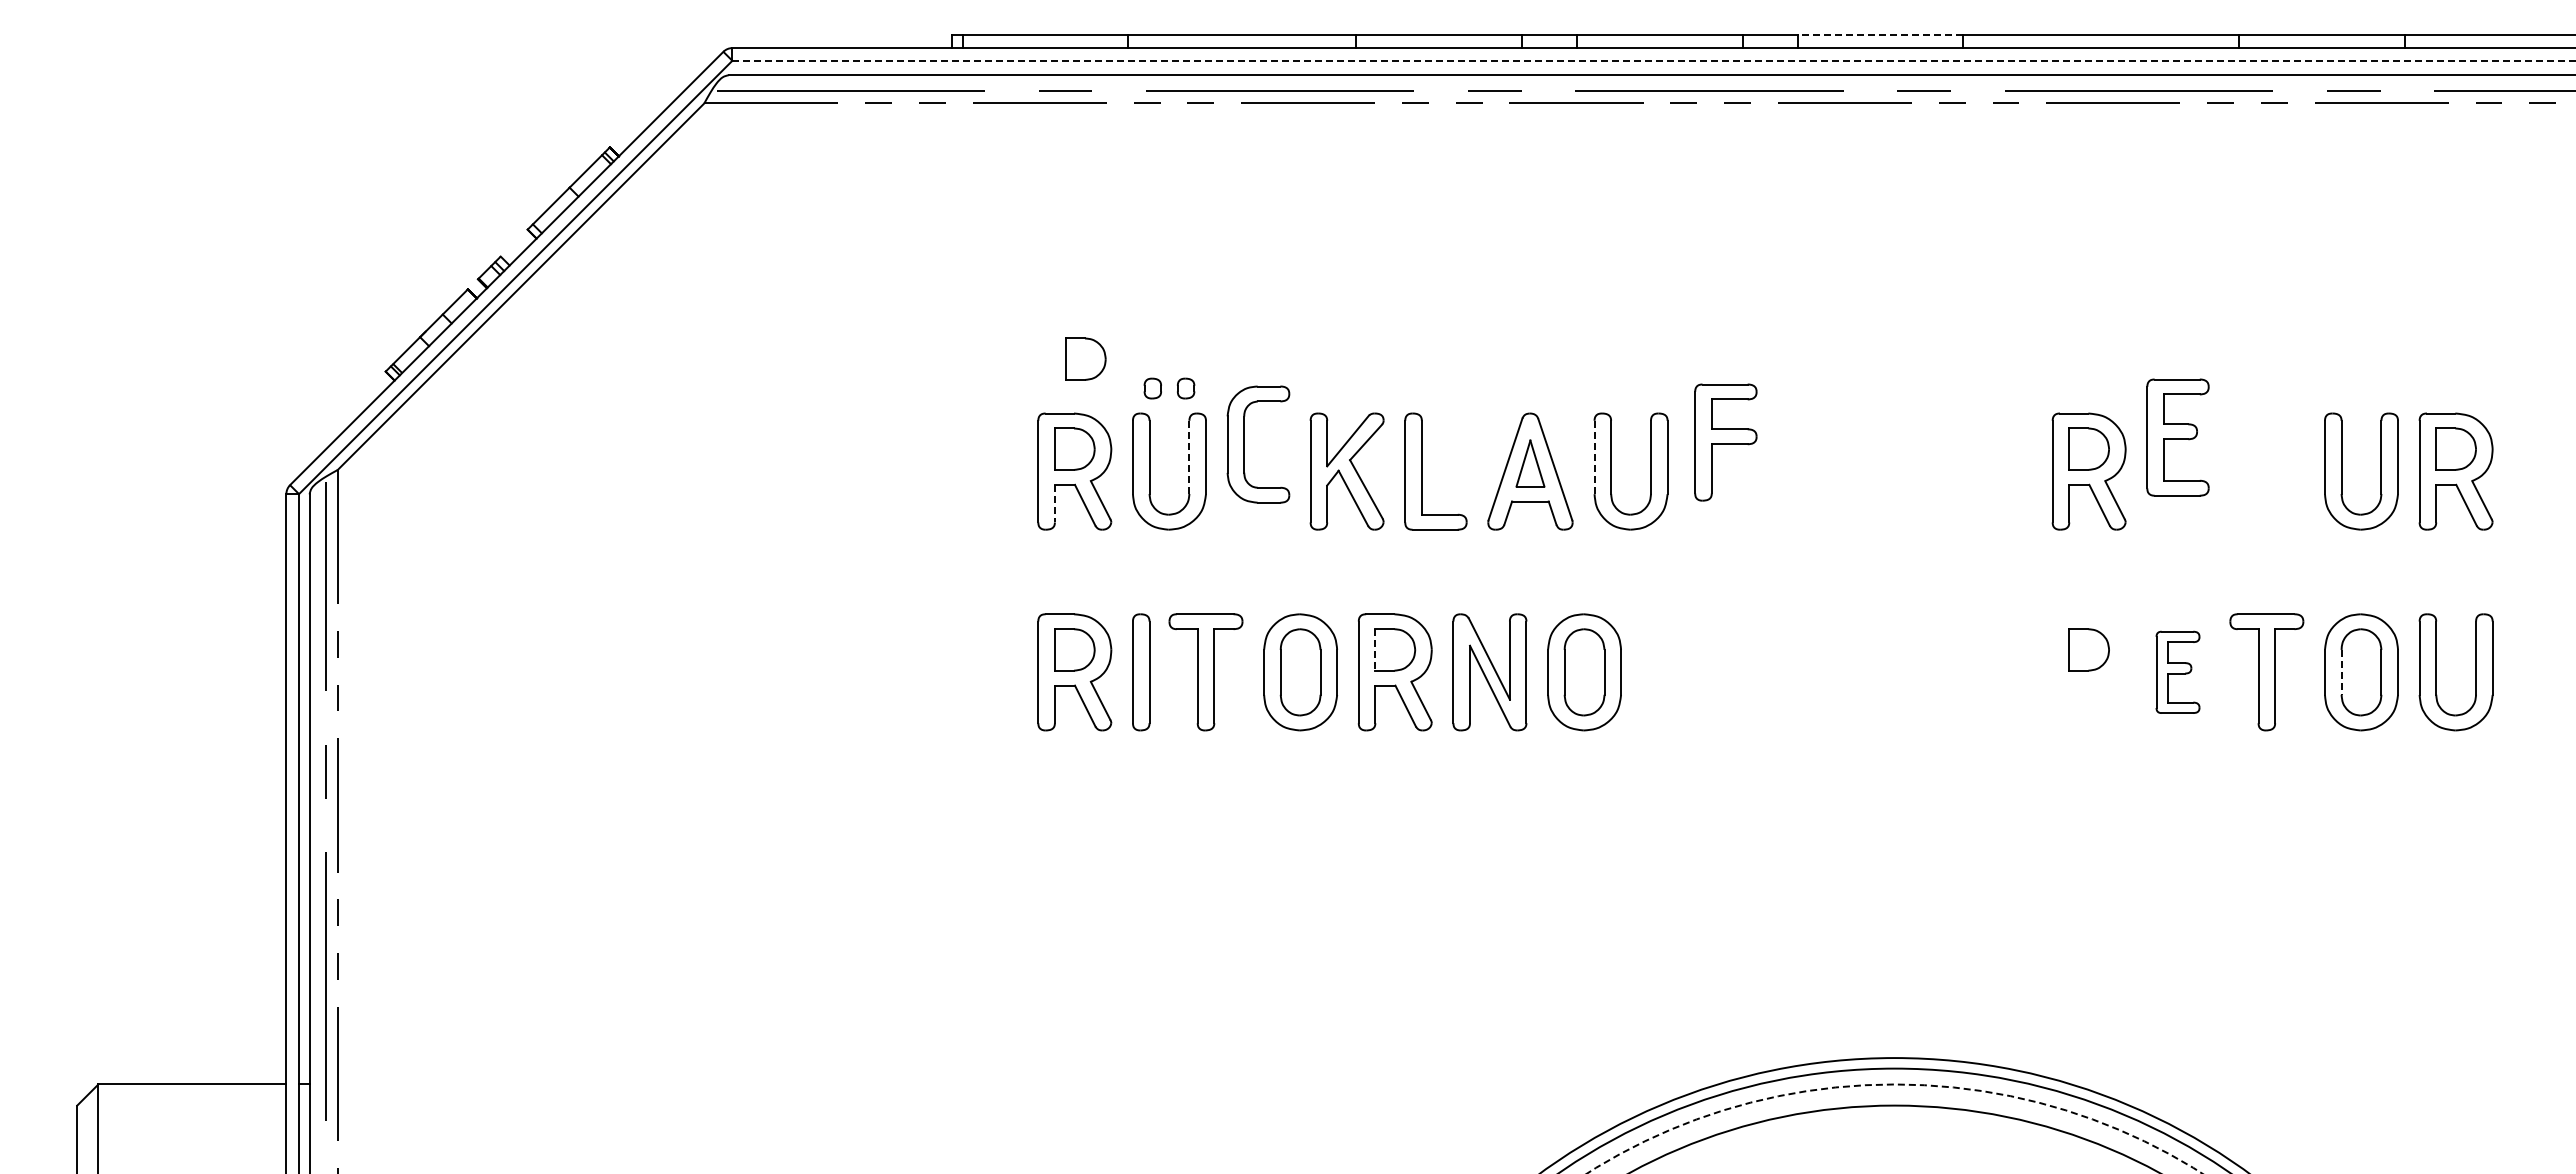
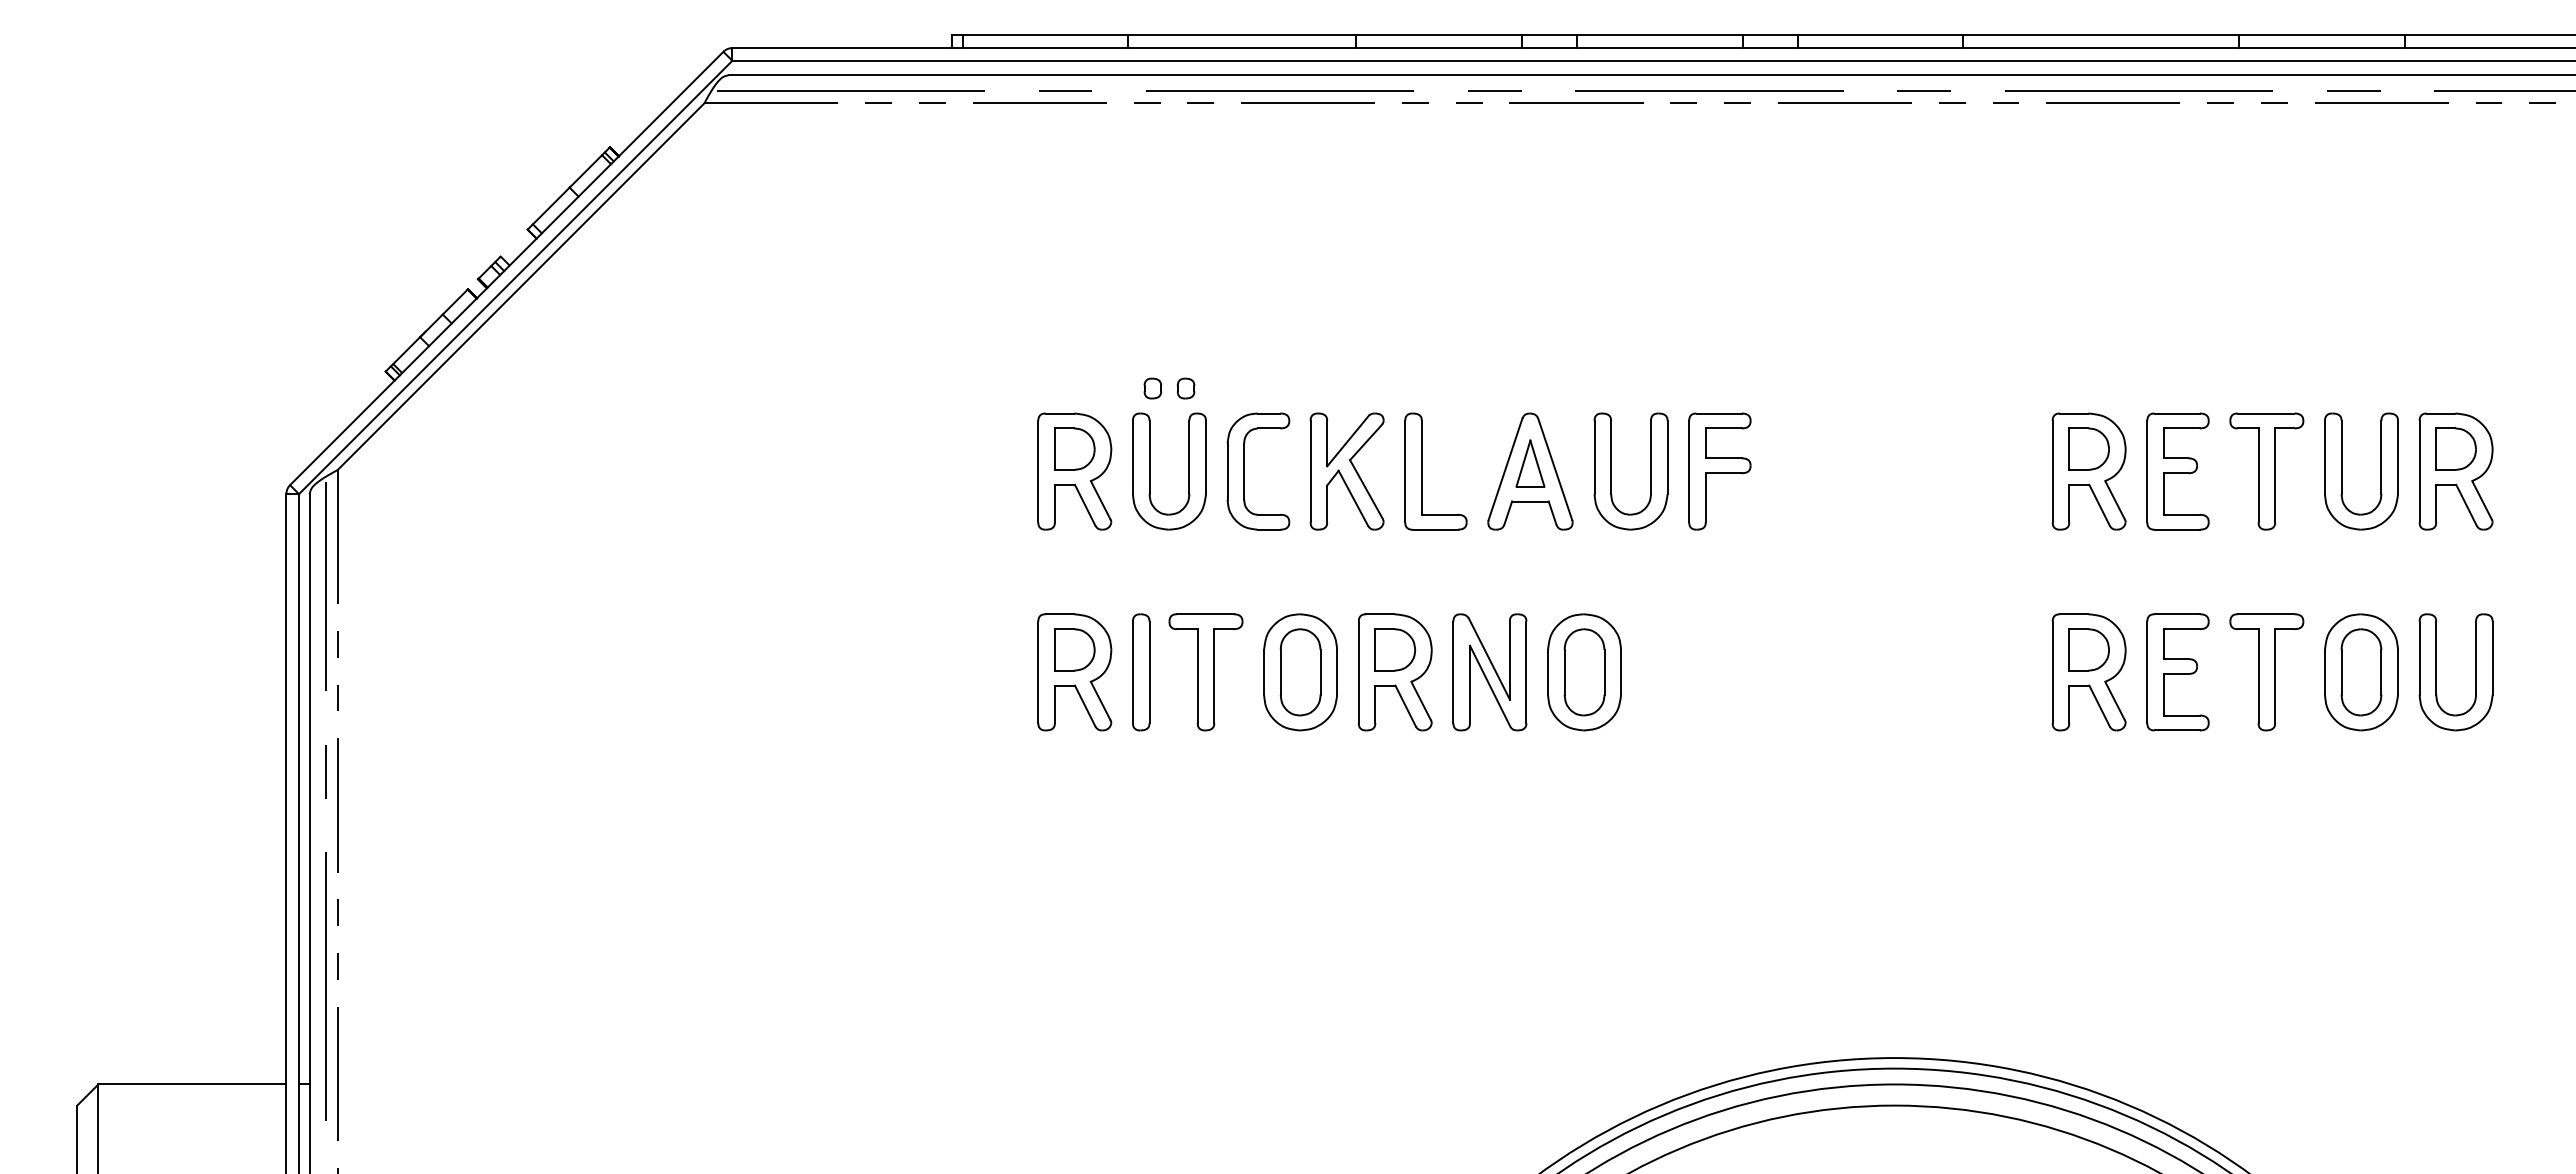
line at (1880, 35): dashed -> solid
line at (1654, 60): dashed -> solid
part at (1085, 358): present -> none
part at (2177, 437) position: (2177, 437) -> (2177, 471)
part at (1725, 442) position: (1725, 442) -> (1719, 471)
part at (1244, 444) position: (1244, 444) -> (1244, 471)
line at (1189, 457): dashed -> solid
line at (1594, 457): dashed -> solid
part at (2266, 471): none -> present
line at (1054, 503): dashed -> solid
line at (1375, 649): dashed -> solid
part at (2177, 671) size: 46x84 px -> 64x119 px
part at (2088, 672): none -> present
line at (2341, 672): dashed -> solid
circle at (1894, 1128): dashed -> solid
